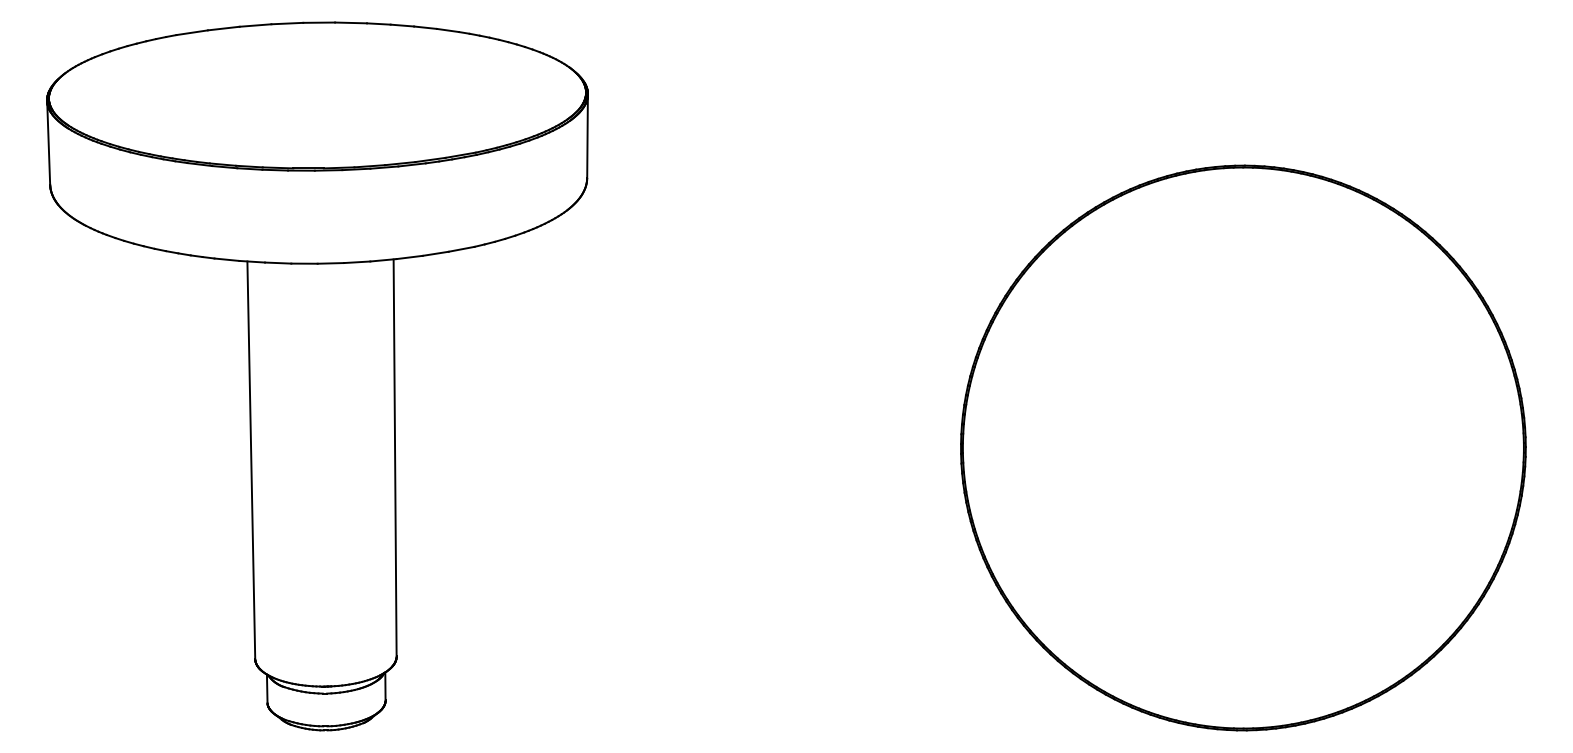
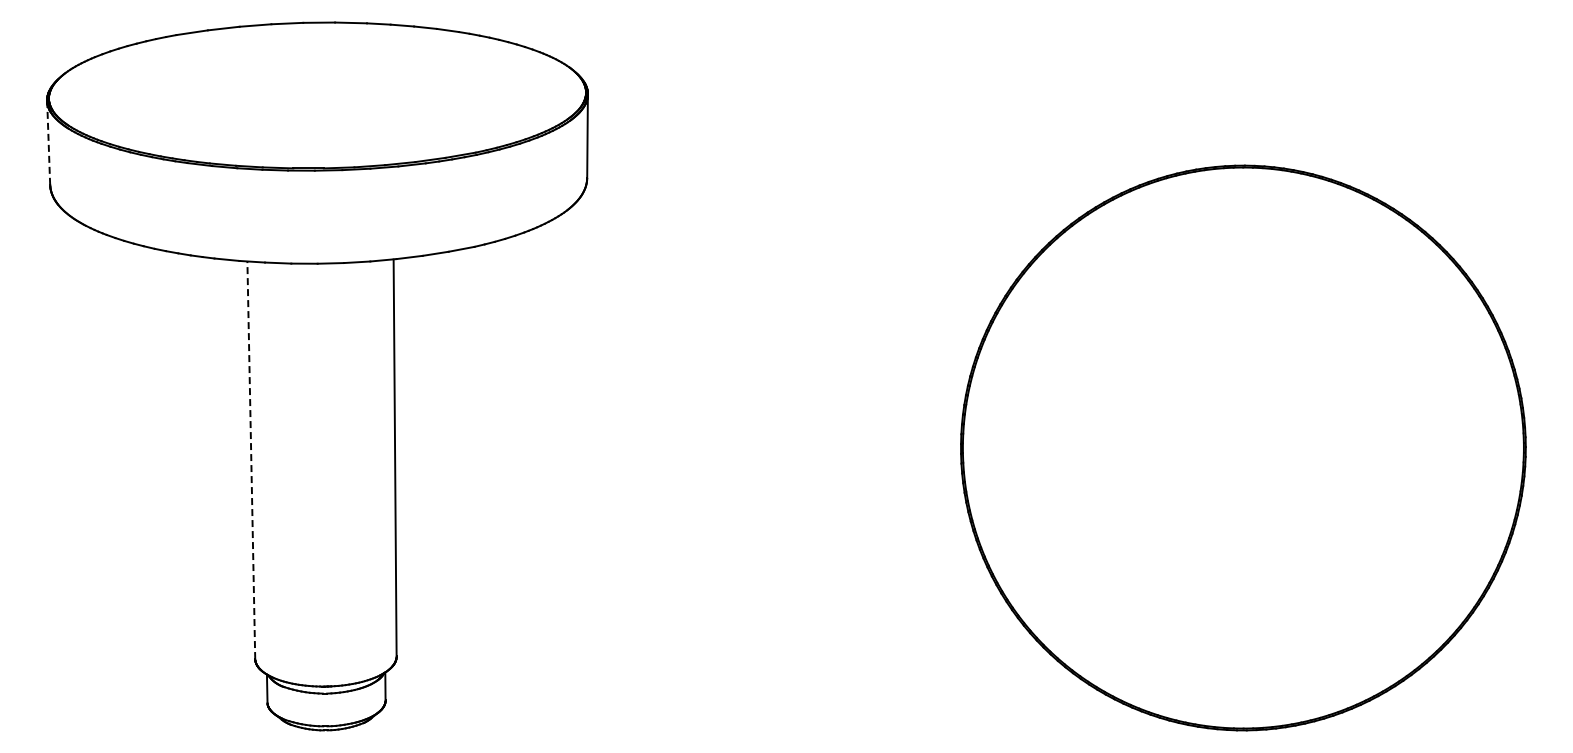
line at (48, 143): solid -> dashed
line at (251, 460): solid -> dashed
